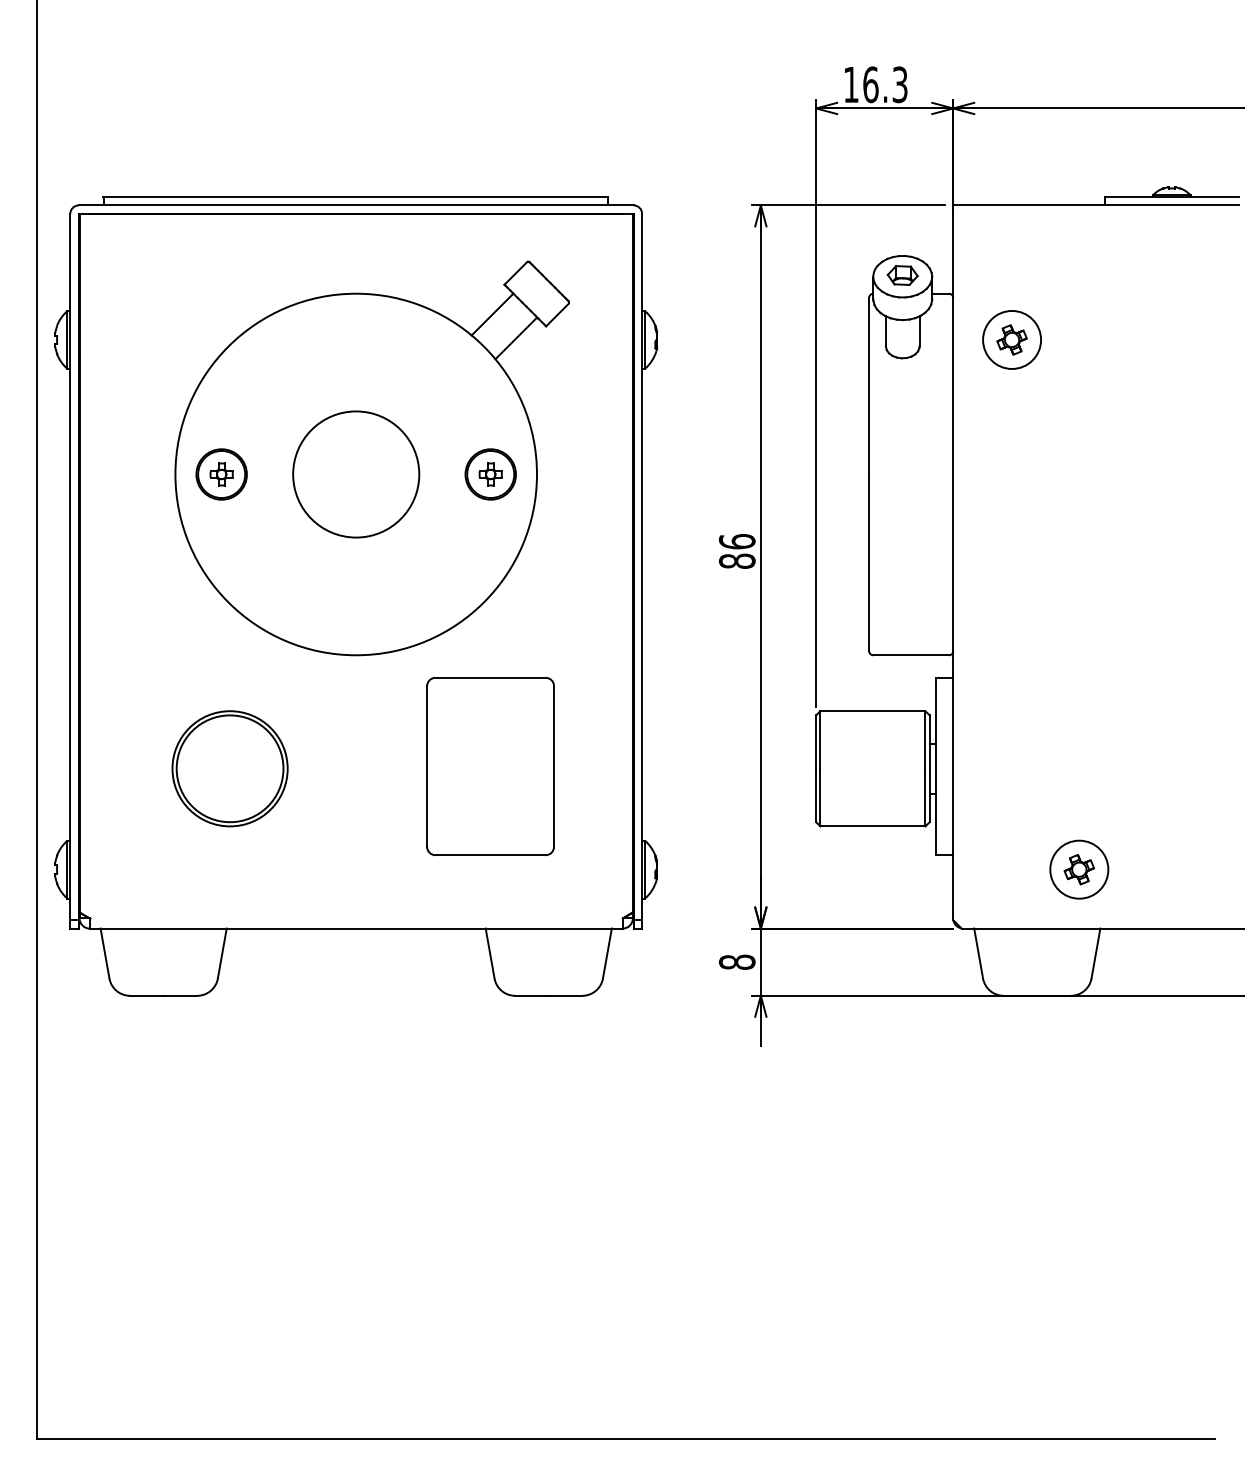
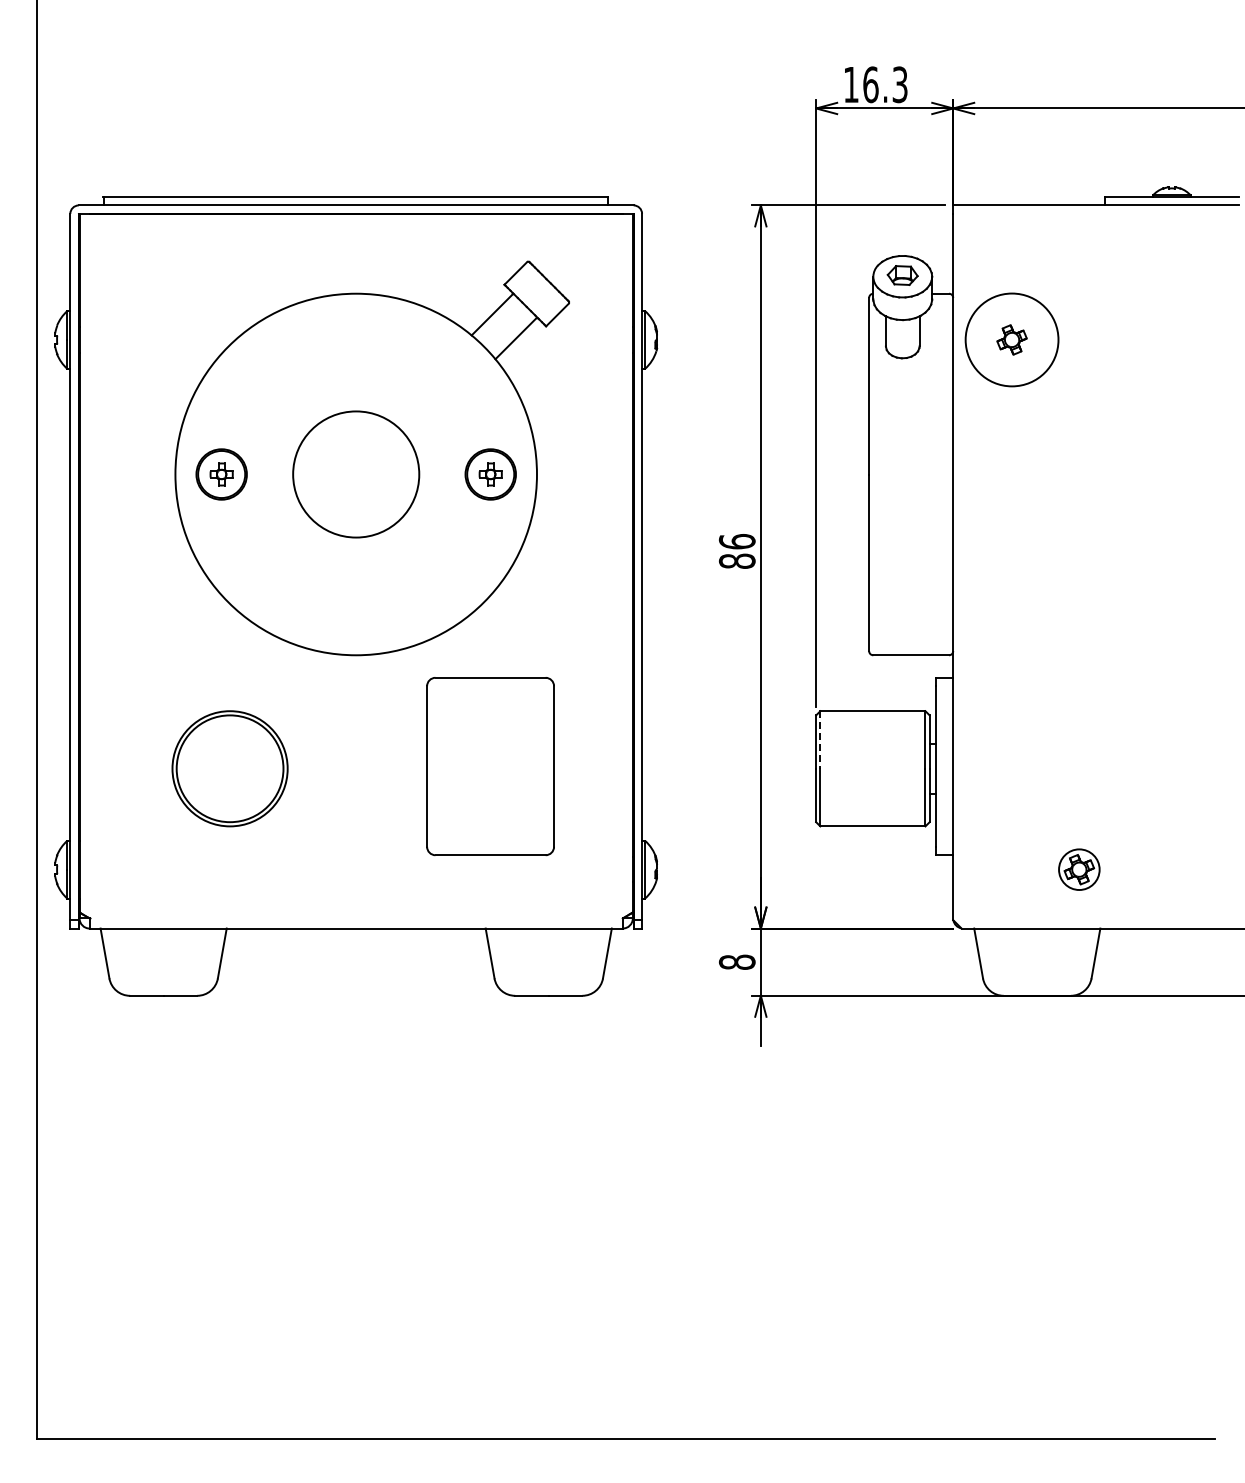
circle at (1012, 339) diameter: 58 px -> 93 px
line at (820, 740): solid -> dashed
circle at (1079, 869) diameter: 58 px -> 41 px
